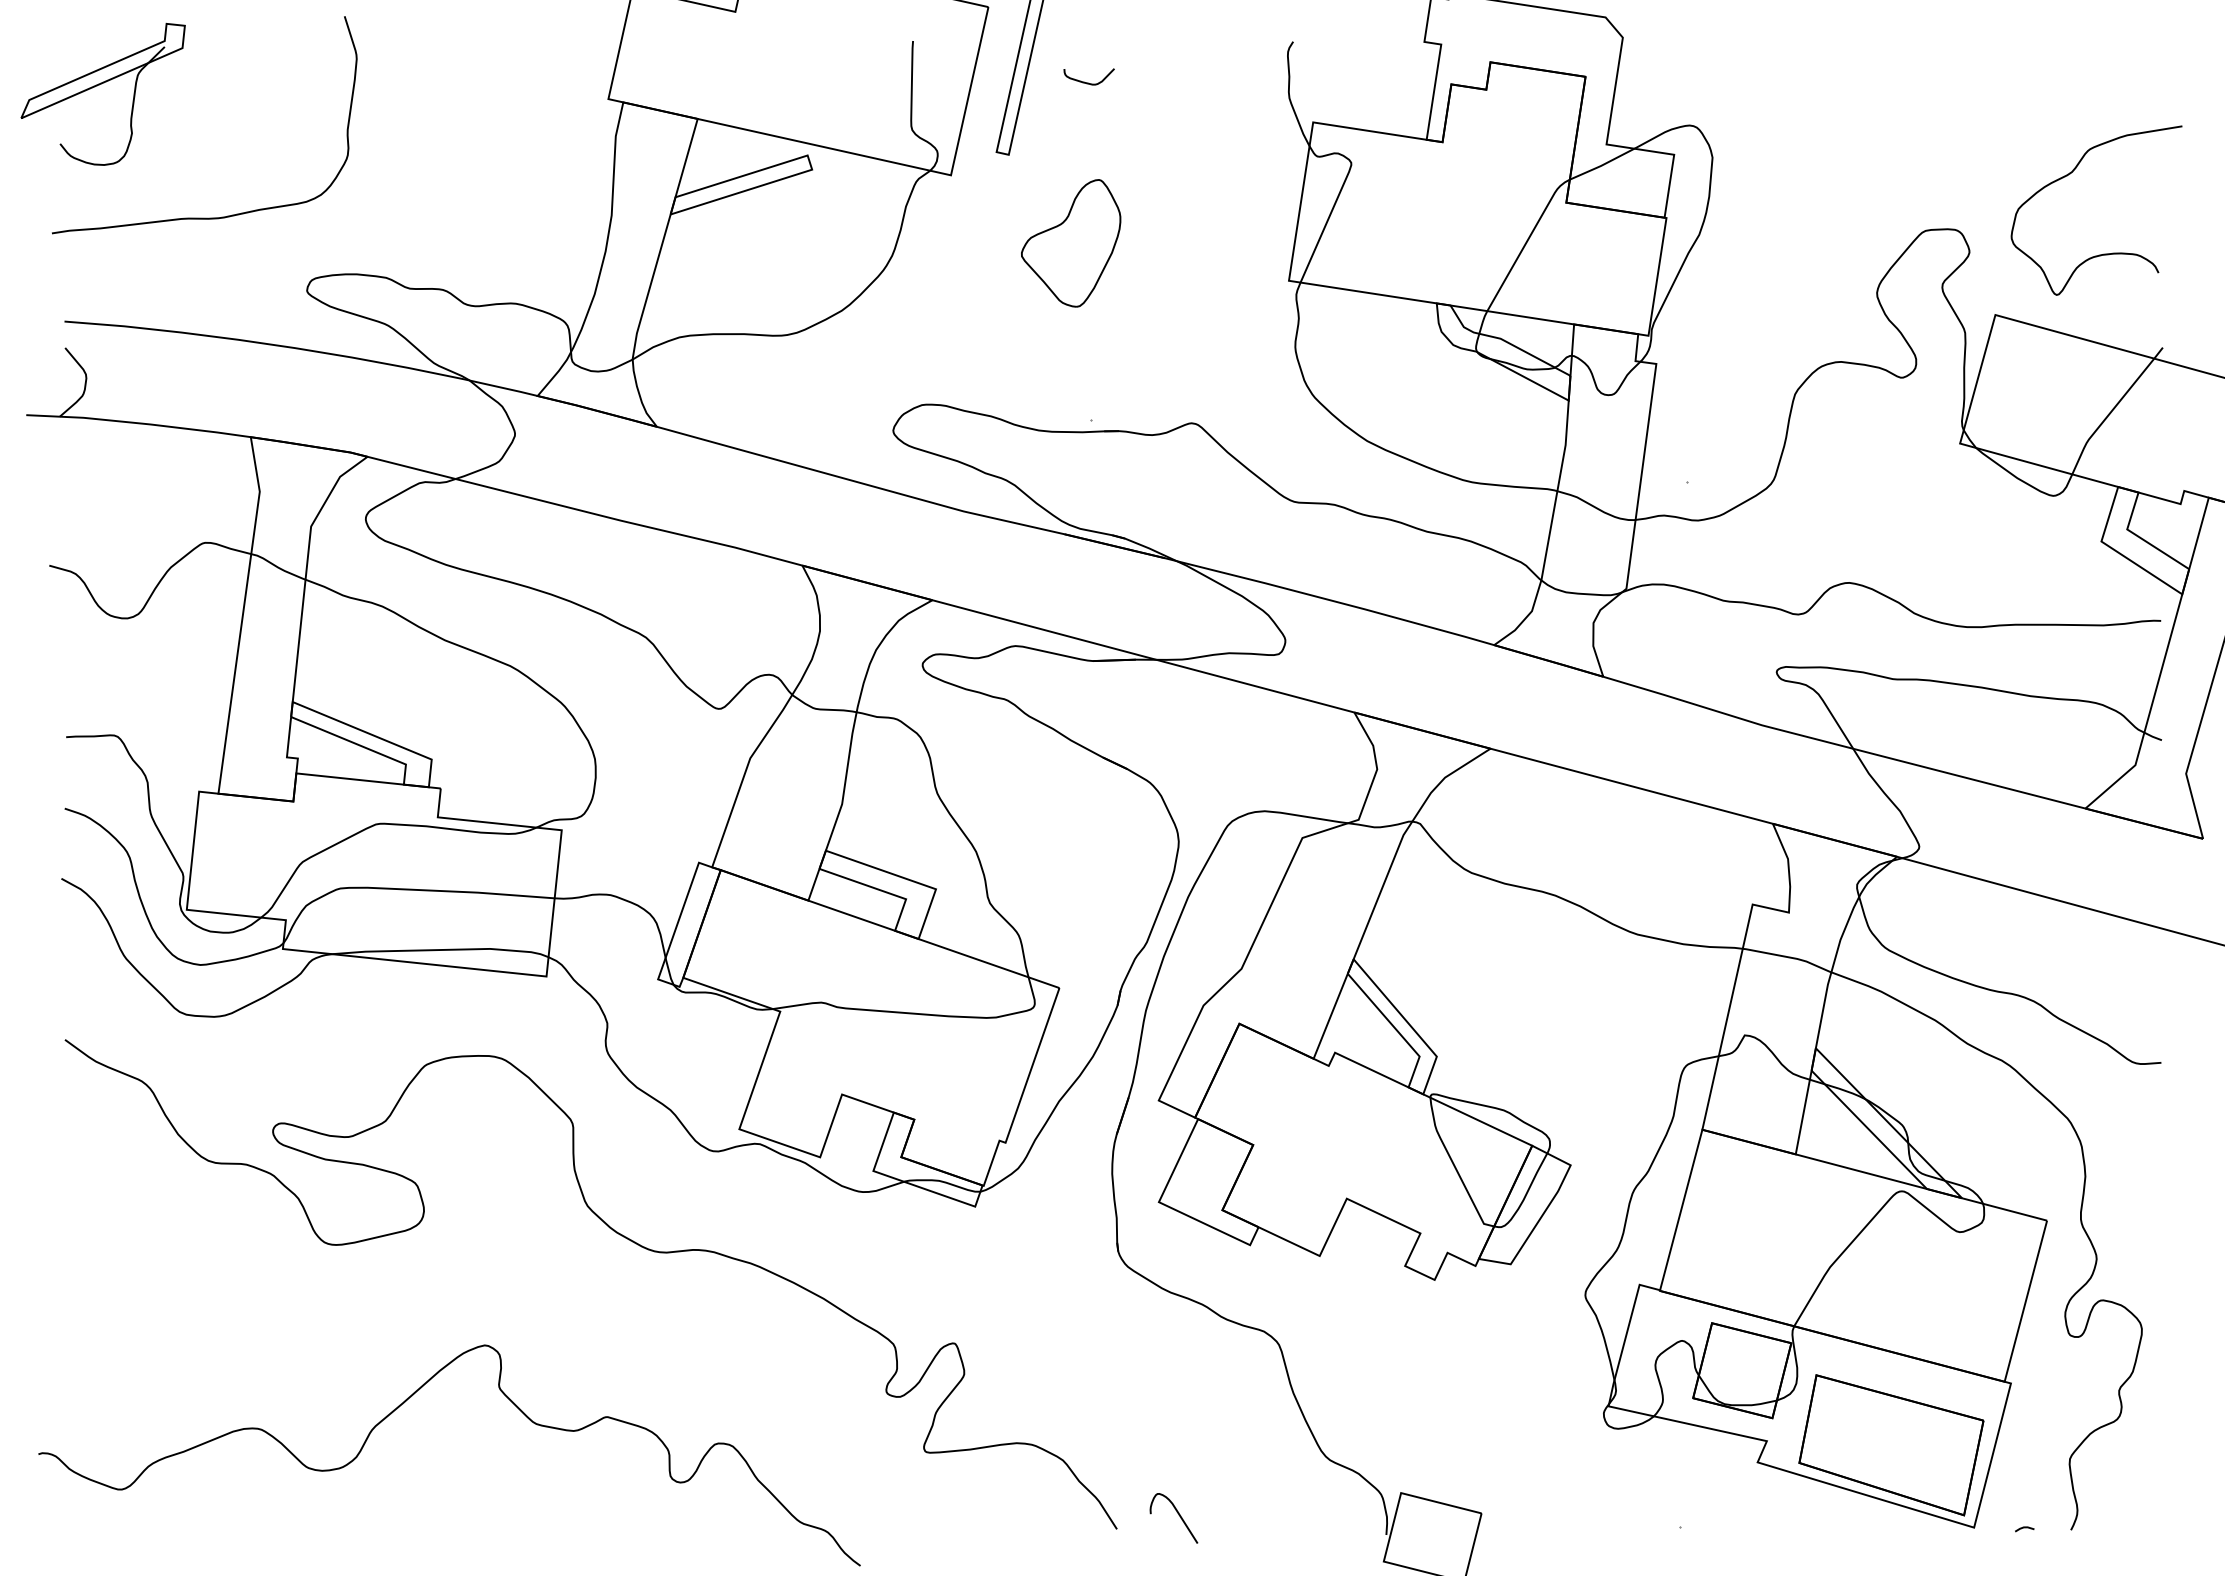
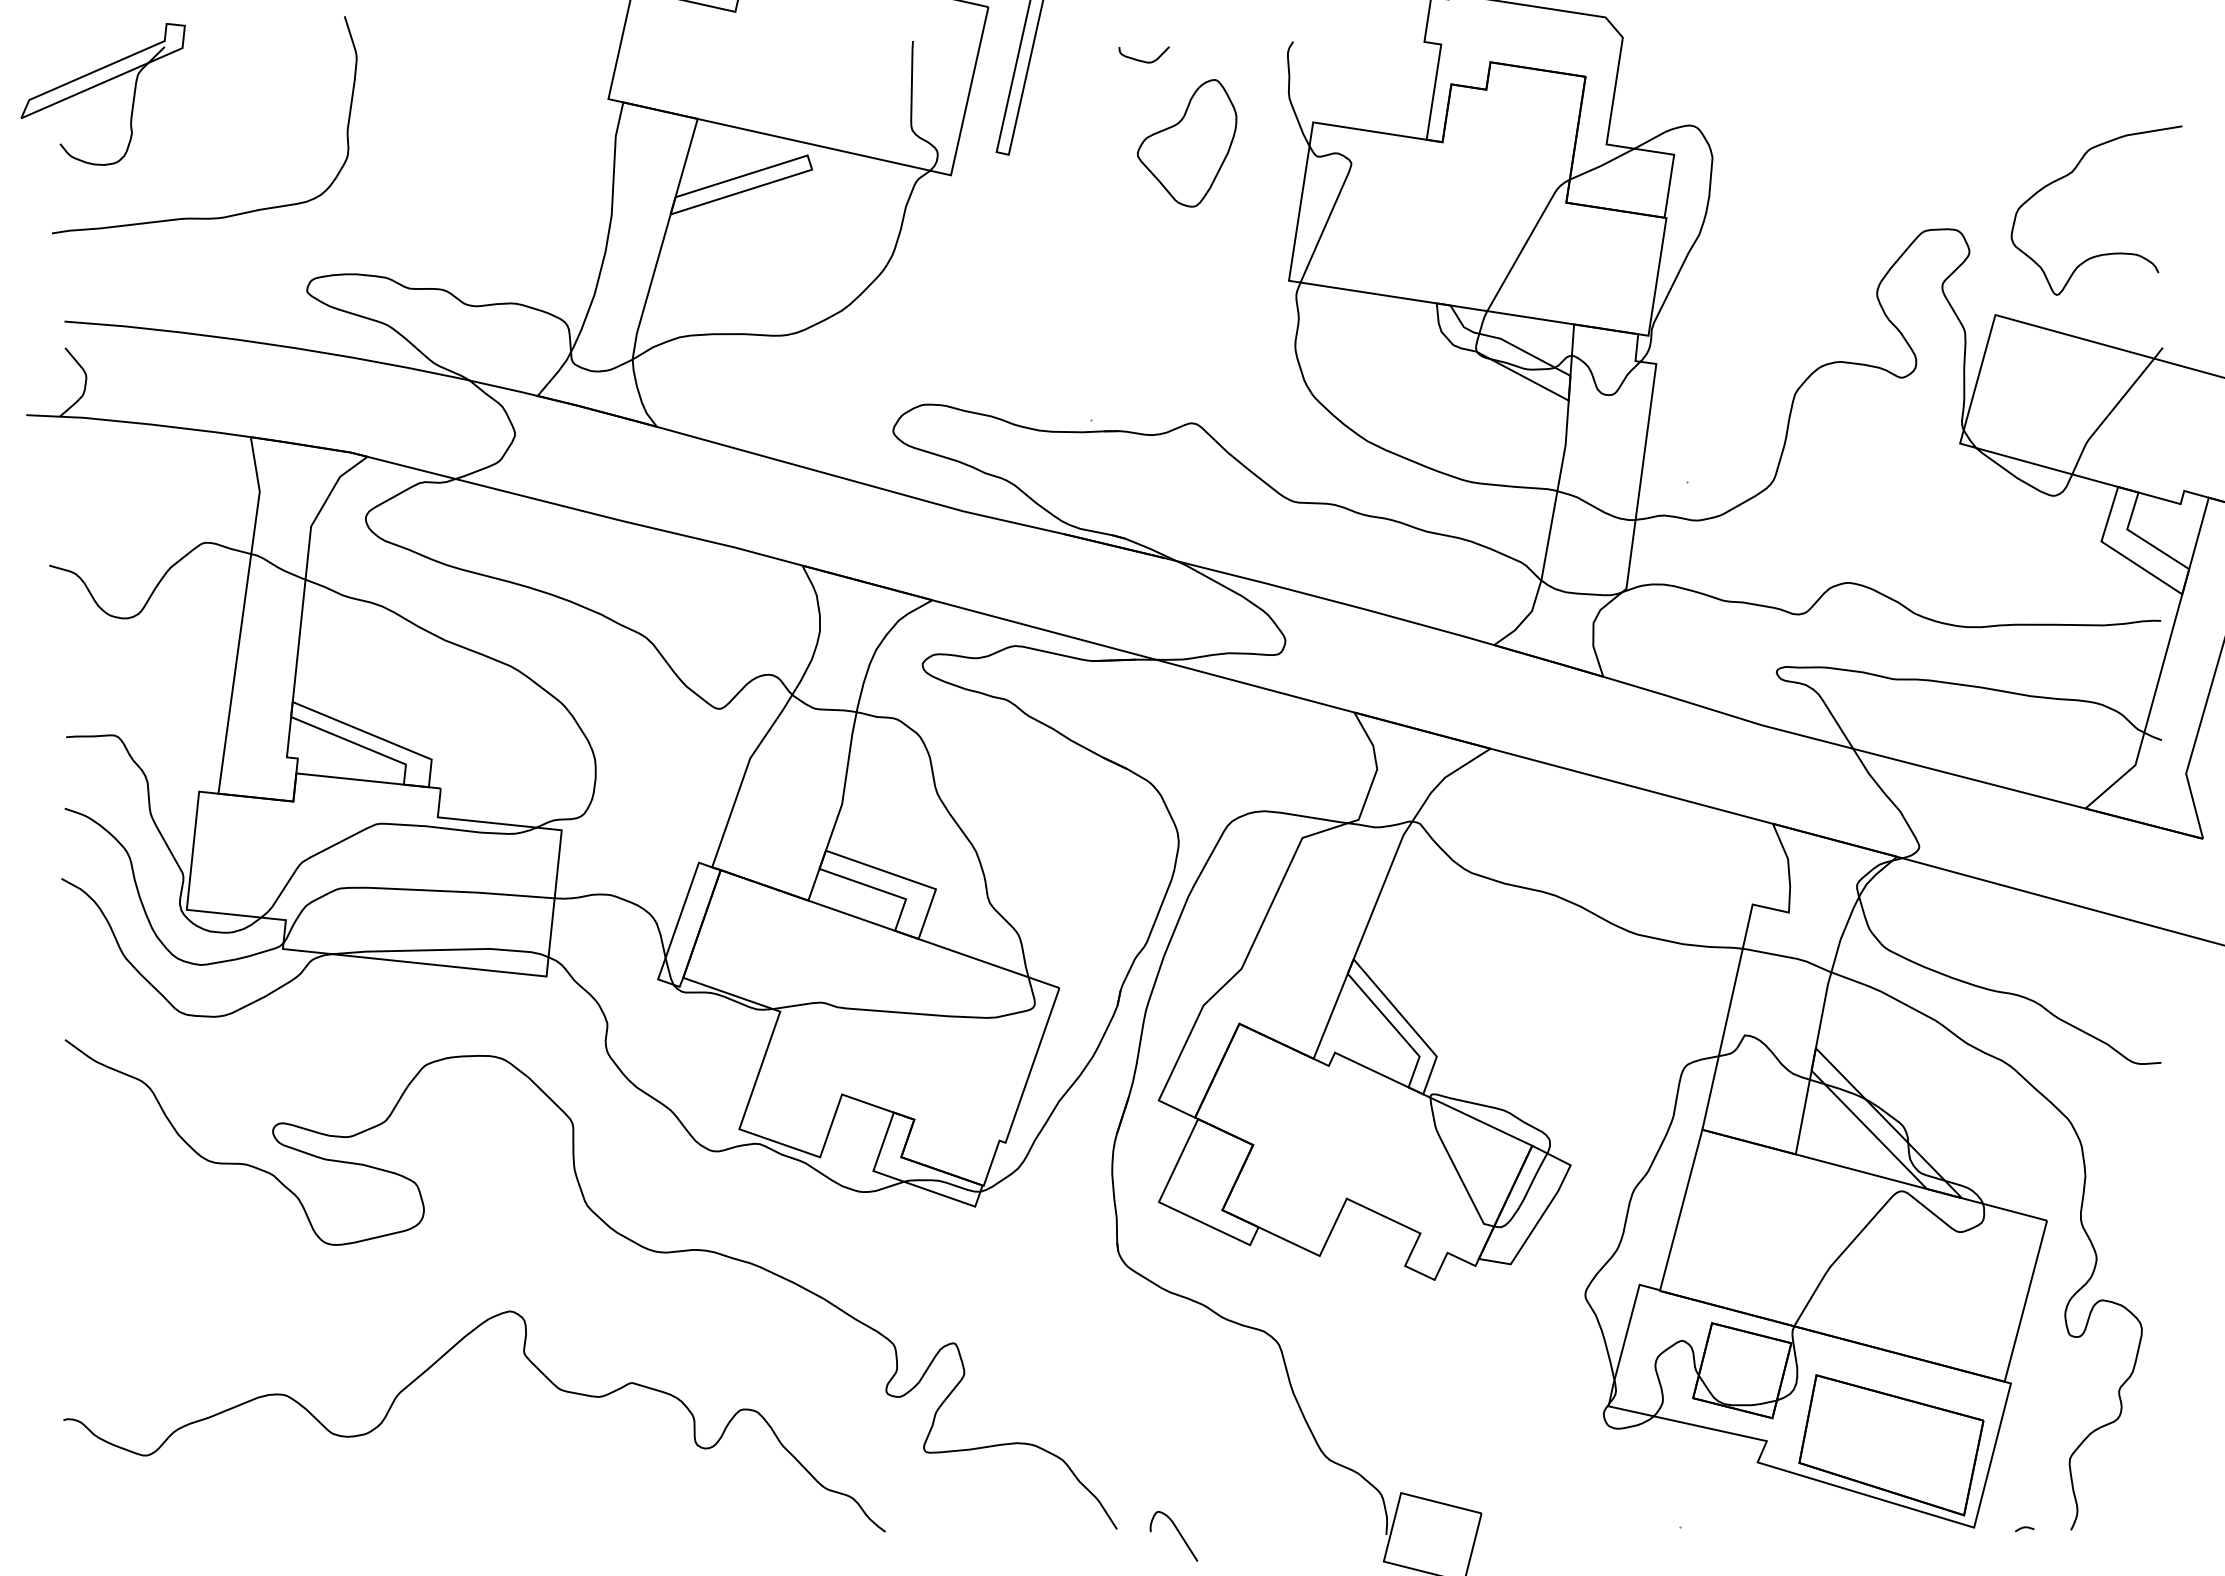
curve at (1088, 82) position: (1088, 82) -> (1143, 60)
part at (1071, 243) position: (1071, 243) -> (1187, 143)
curve at (403, 1404) position: (403, 1404) -> (428, 1370)
curve at (1178, 1515) position: (1178, 1515) -> (1178, 1533)
